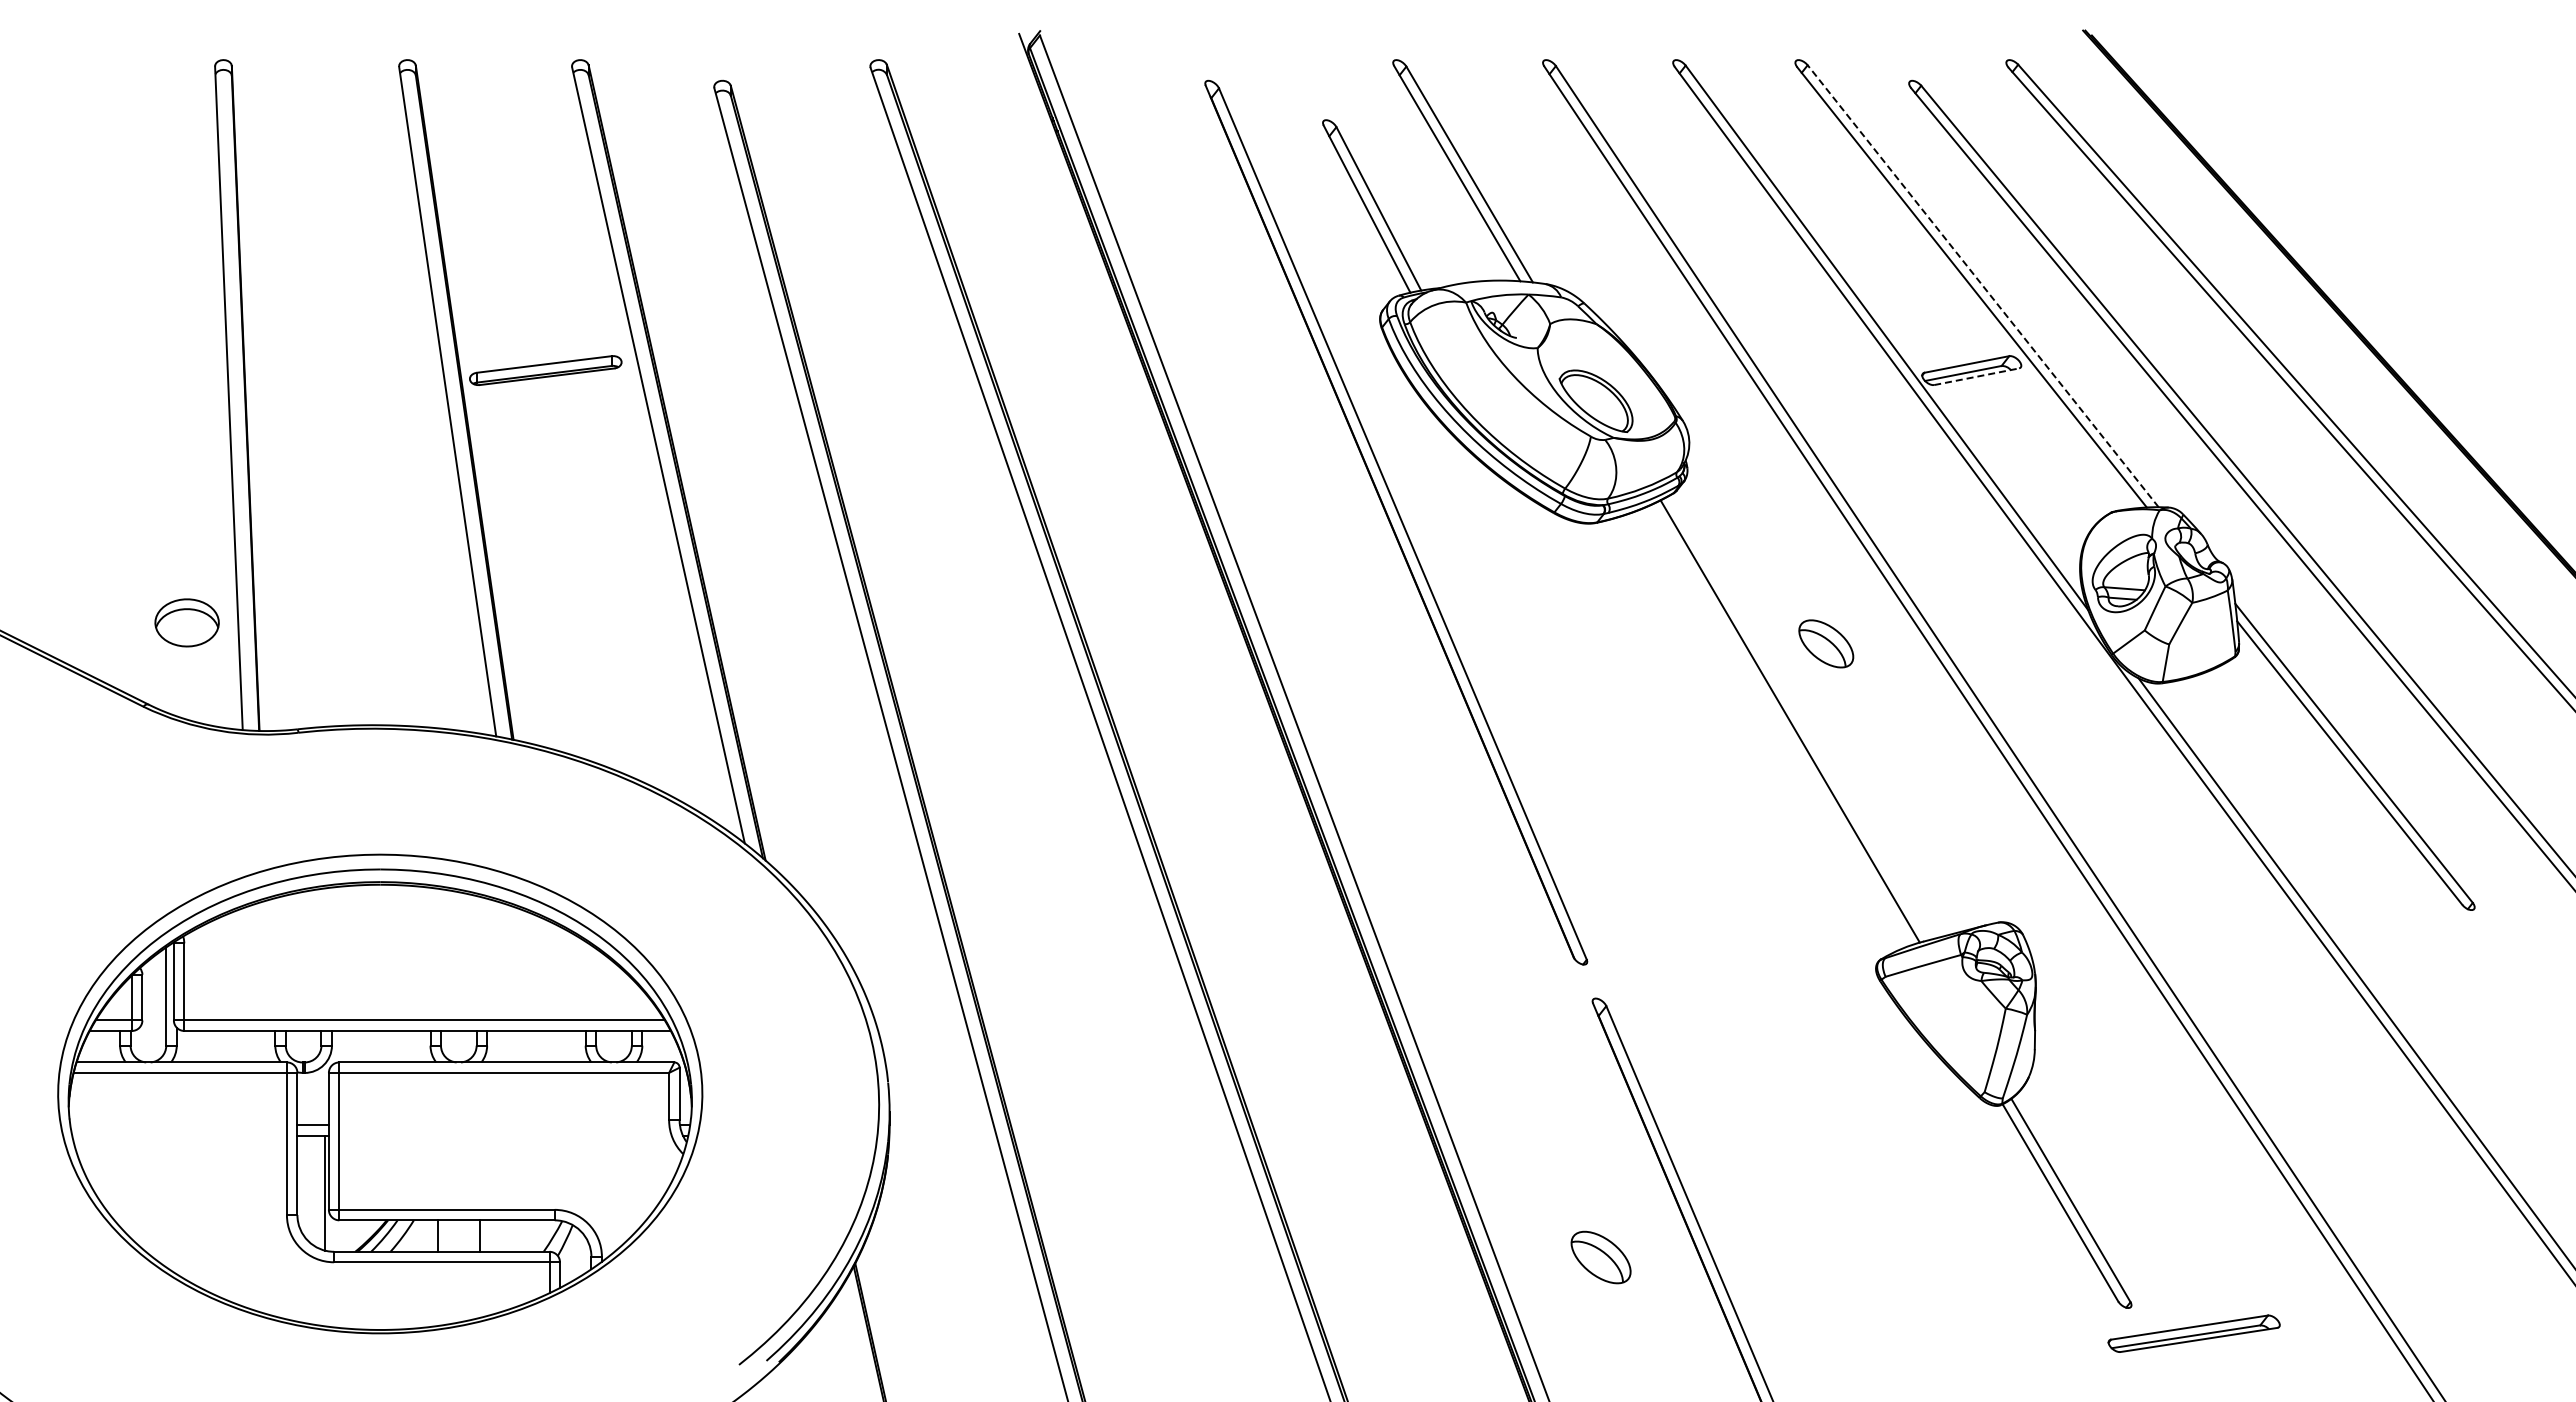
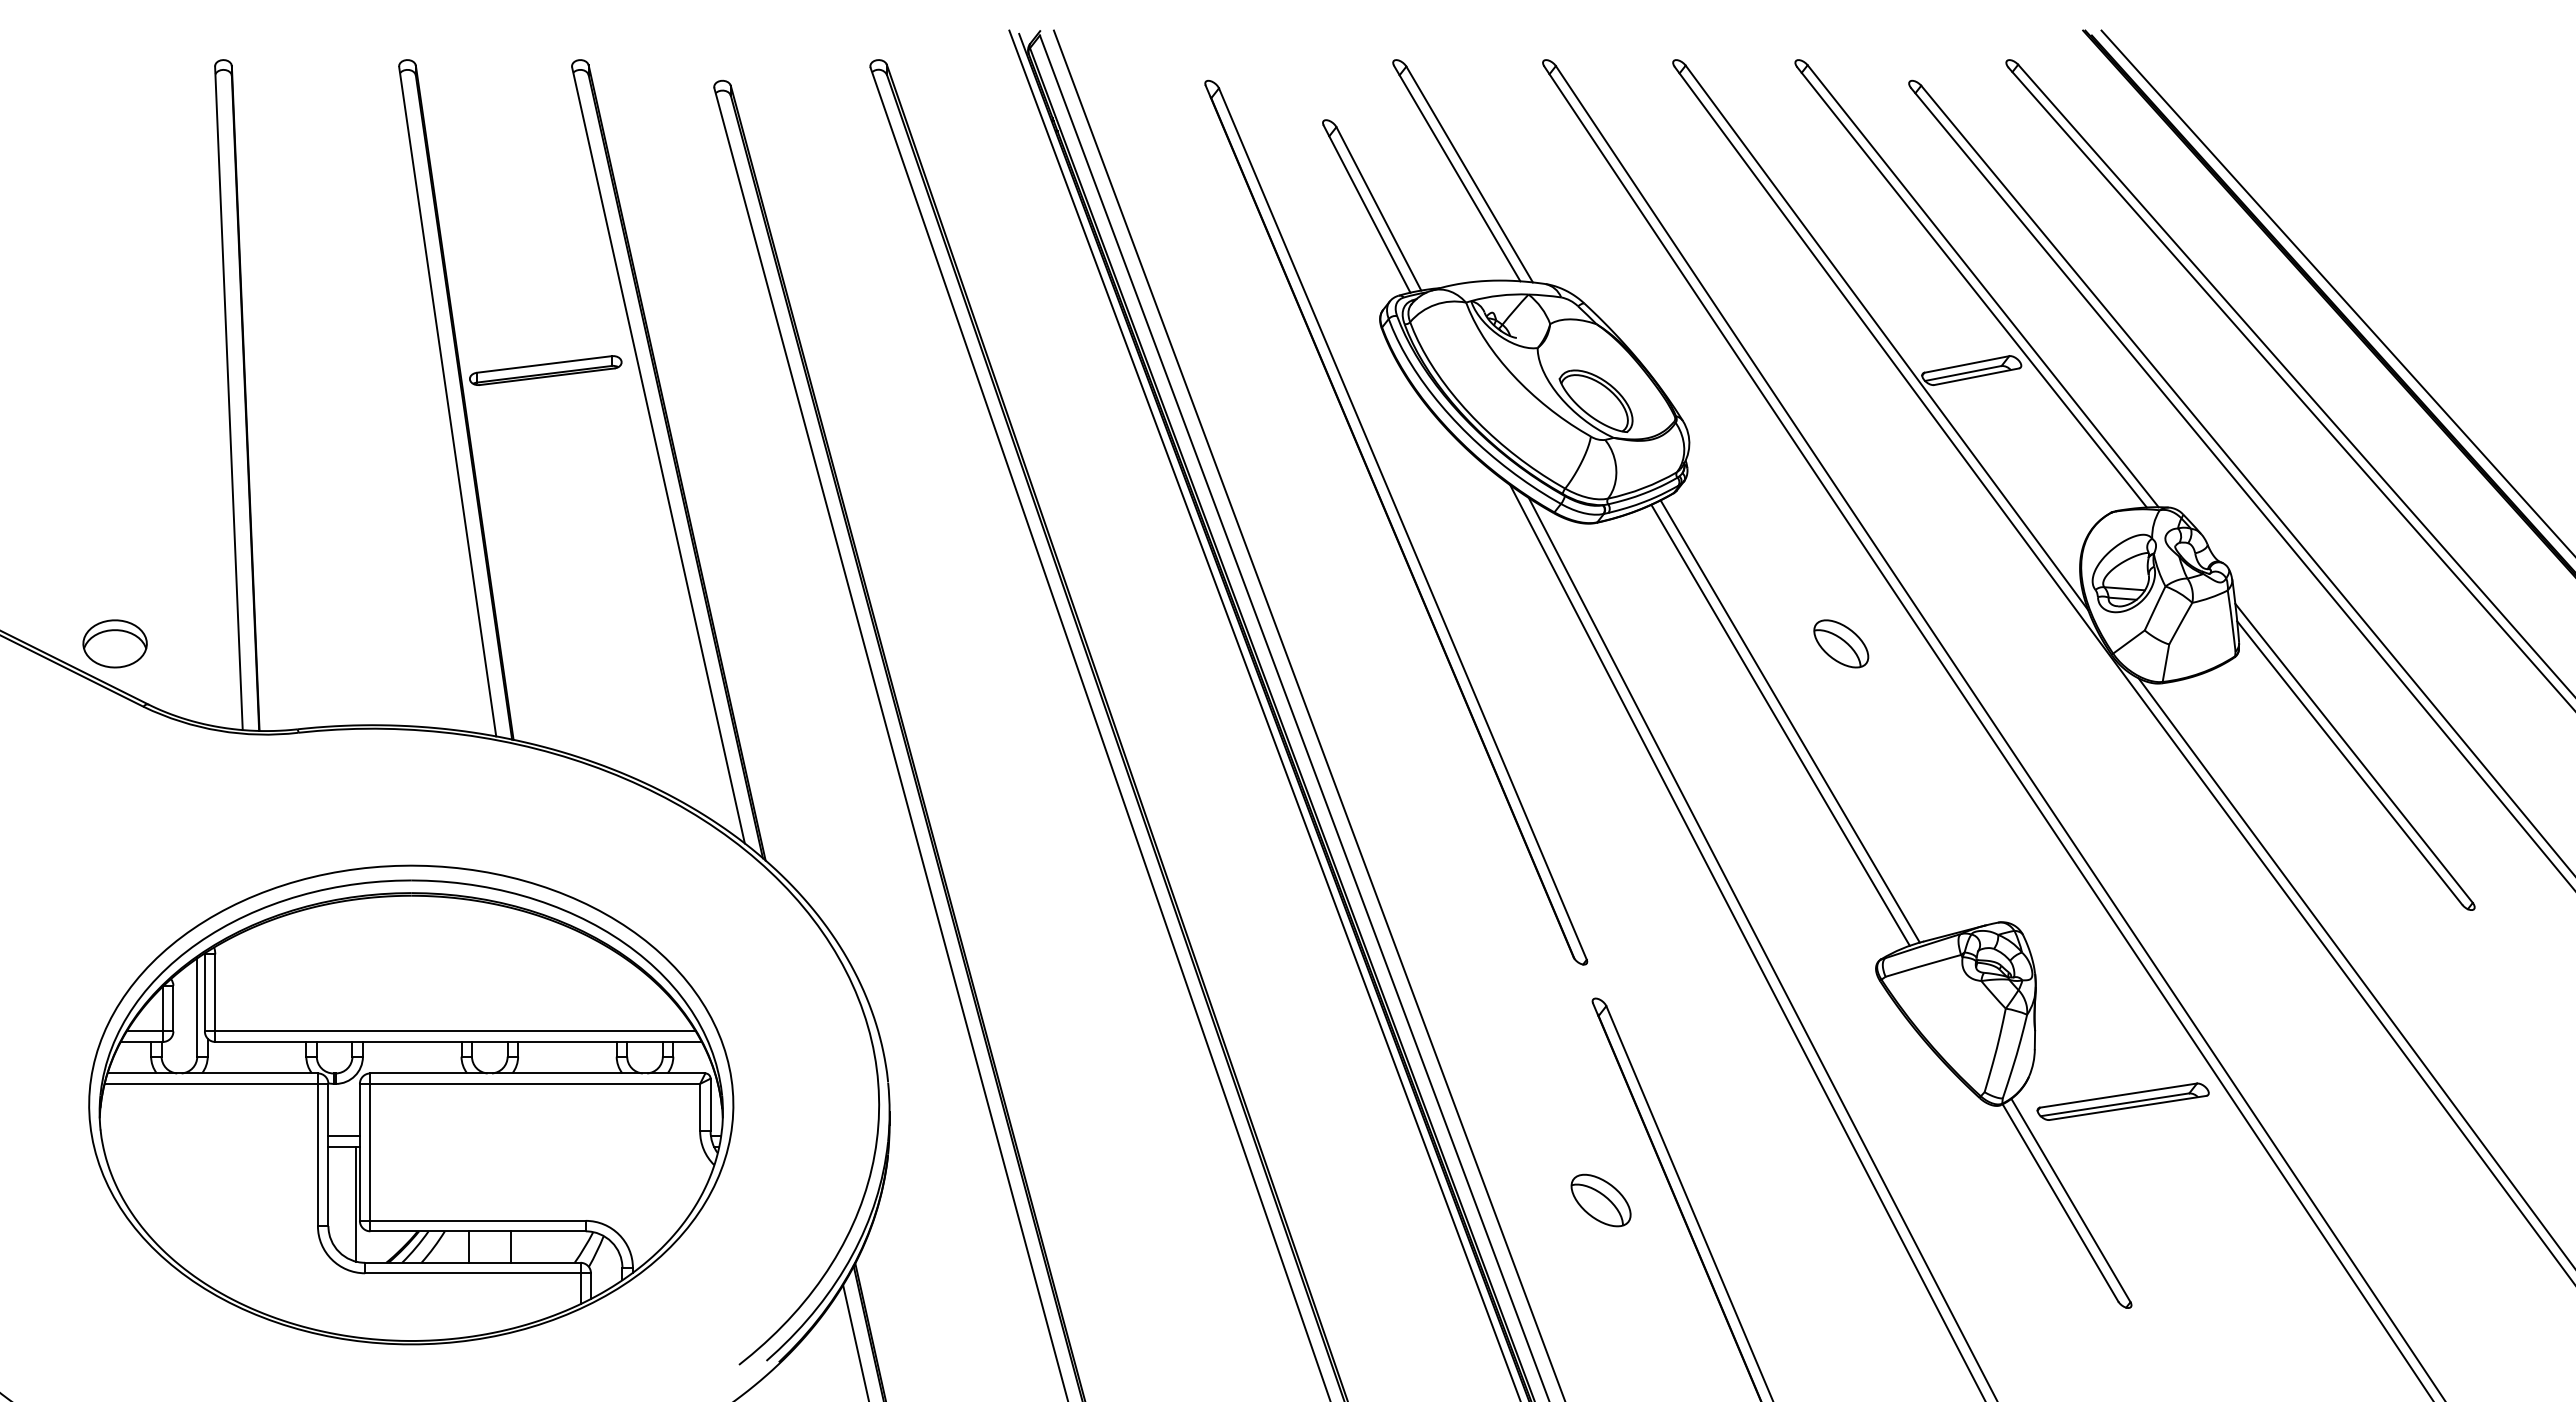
line at (1982, 285): dashed -> solid
line at (2336, 291): none -> present
line at (1977, 376): dashed -> solid
part at (186, 622) position: (186, 622) -> (114, 643)
part at (1826, 643) position: (1826, 643) -> (1841, 643)
line at (1264, 714): none -> present
line at (1308, 714): none -> present
line at (1780, 724): none -> present
line at (1747, 941): none -> present
line at (1761, 948): none -> present
part at (380, 1093) position: (380, 1093) -> (411, 1104)
part at (1600, 1257) position: (1600, 1257) -> (1600, 1200)
part at (2193, 1333) position: (2193, 1333) -> (2122, 1101)
line at (855, 1341): none -> present
